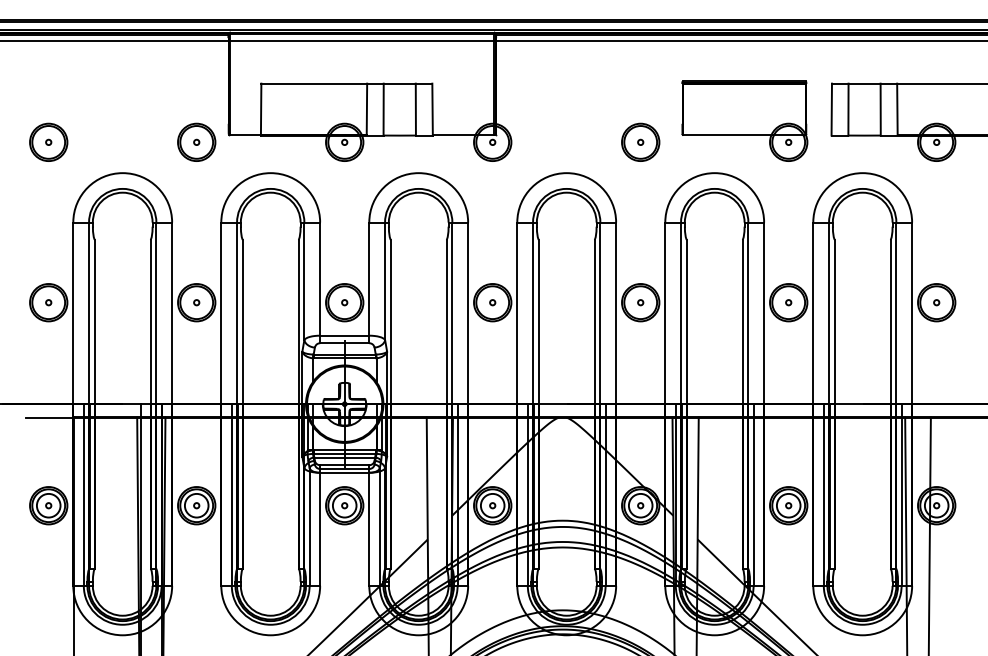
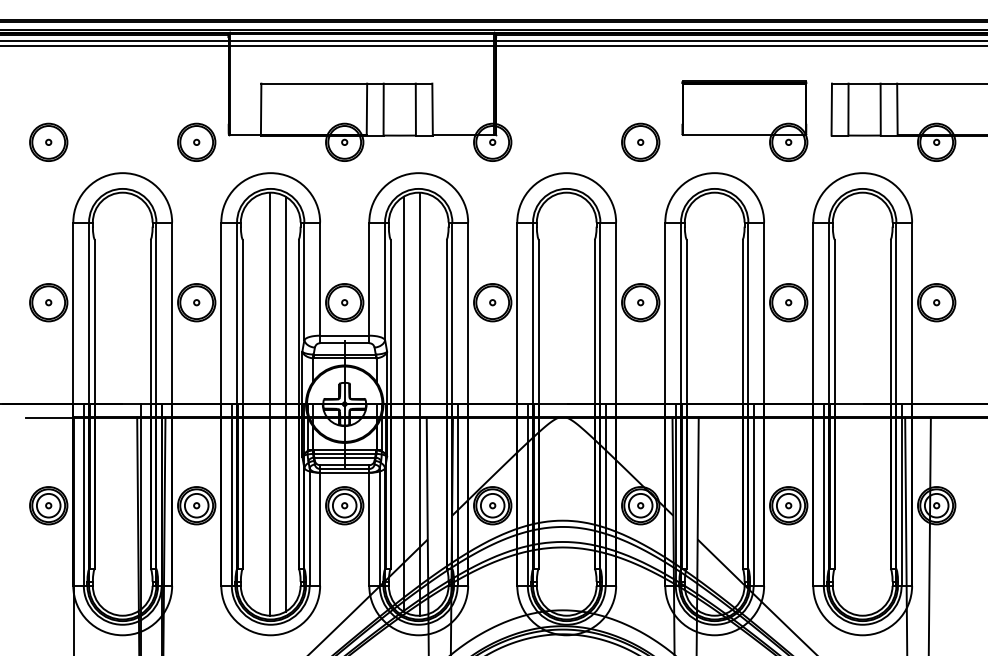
line at (493, 46): none -> present
line at (269, 403): none -> present
line at (285, 403): none -> present
line at (403, 403): none -> present
line at (419, 403): none -> present
